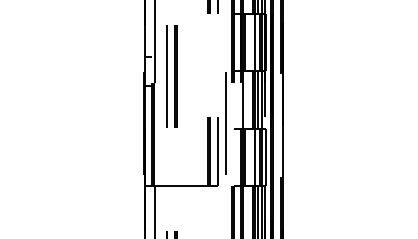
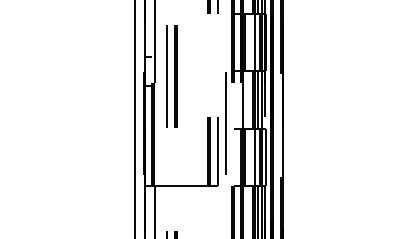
line at (135, 118): none -> present
